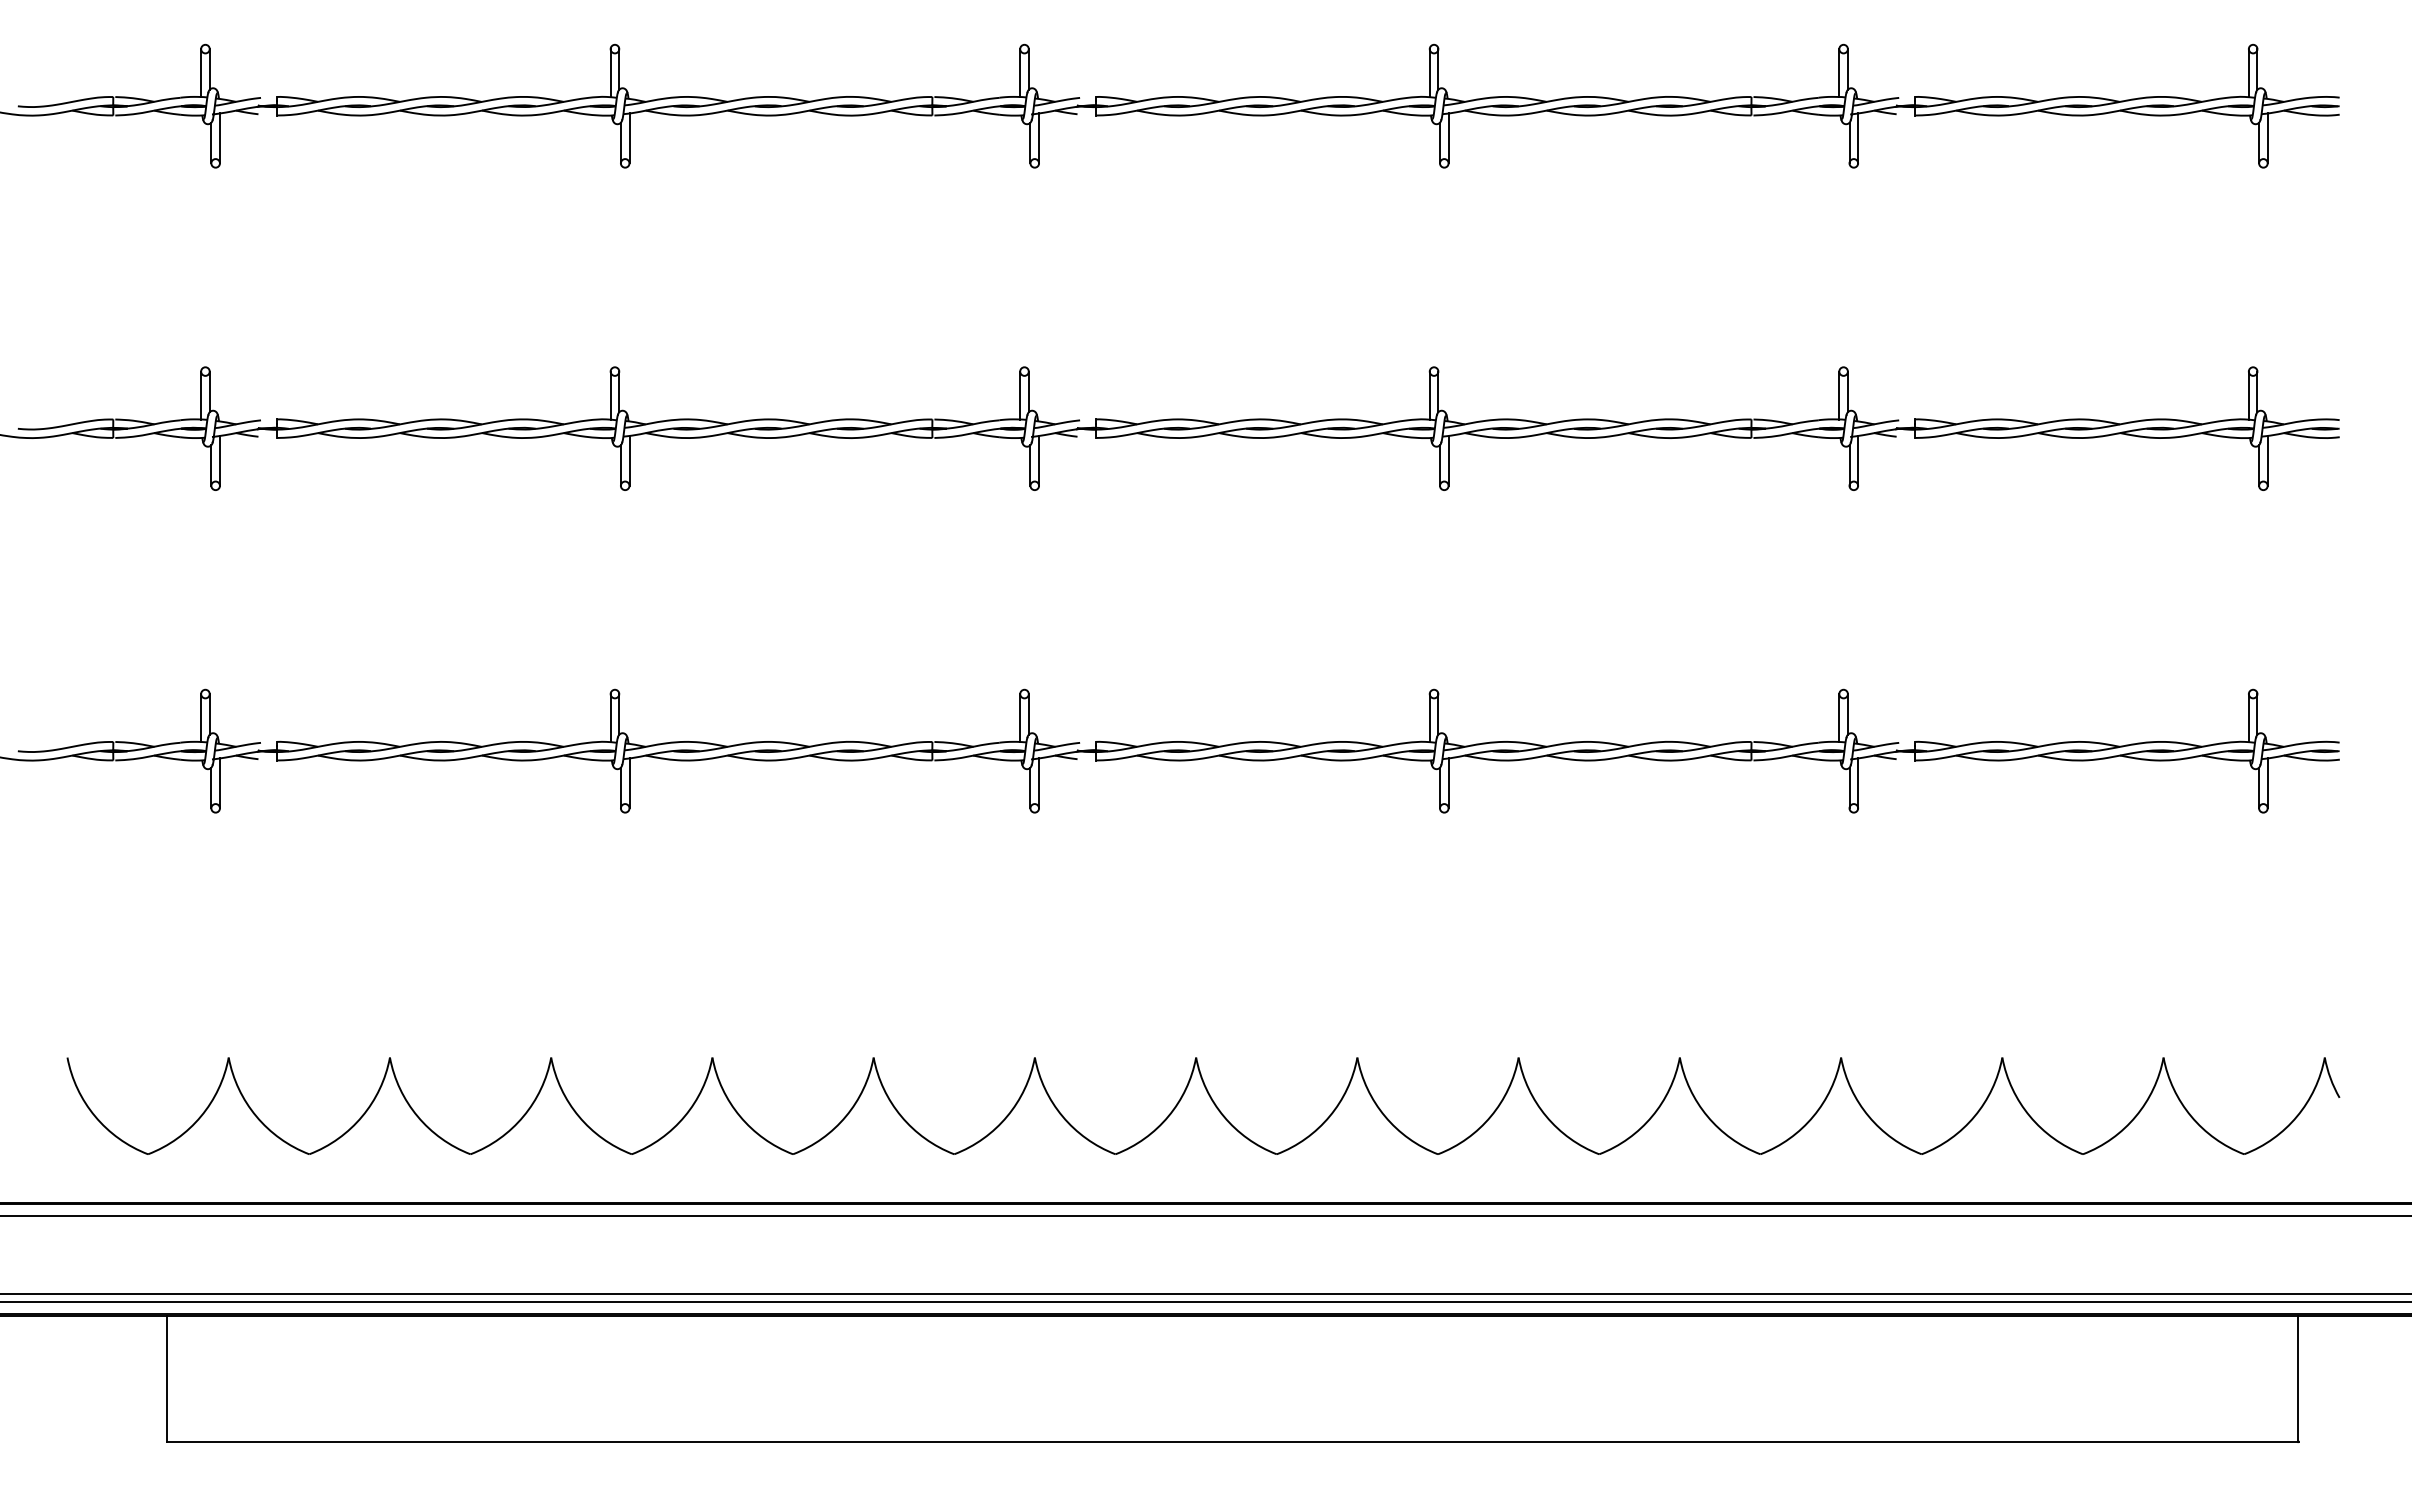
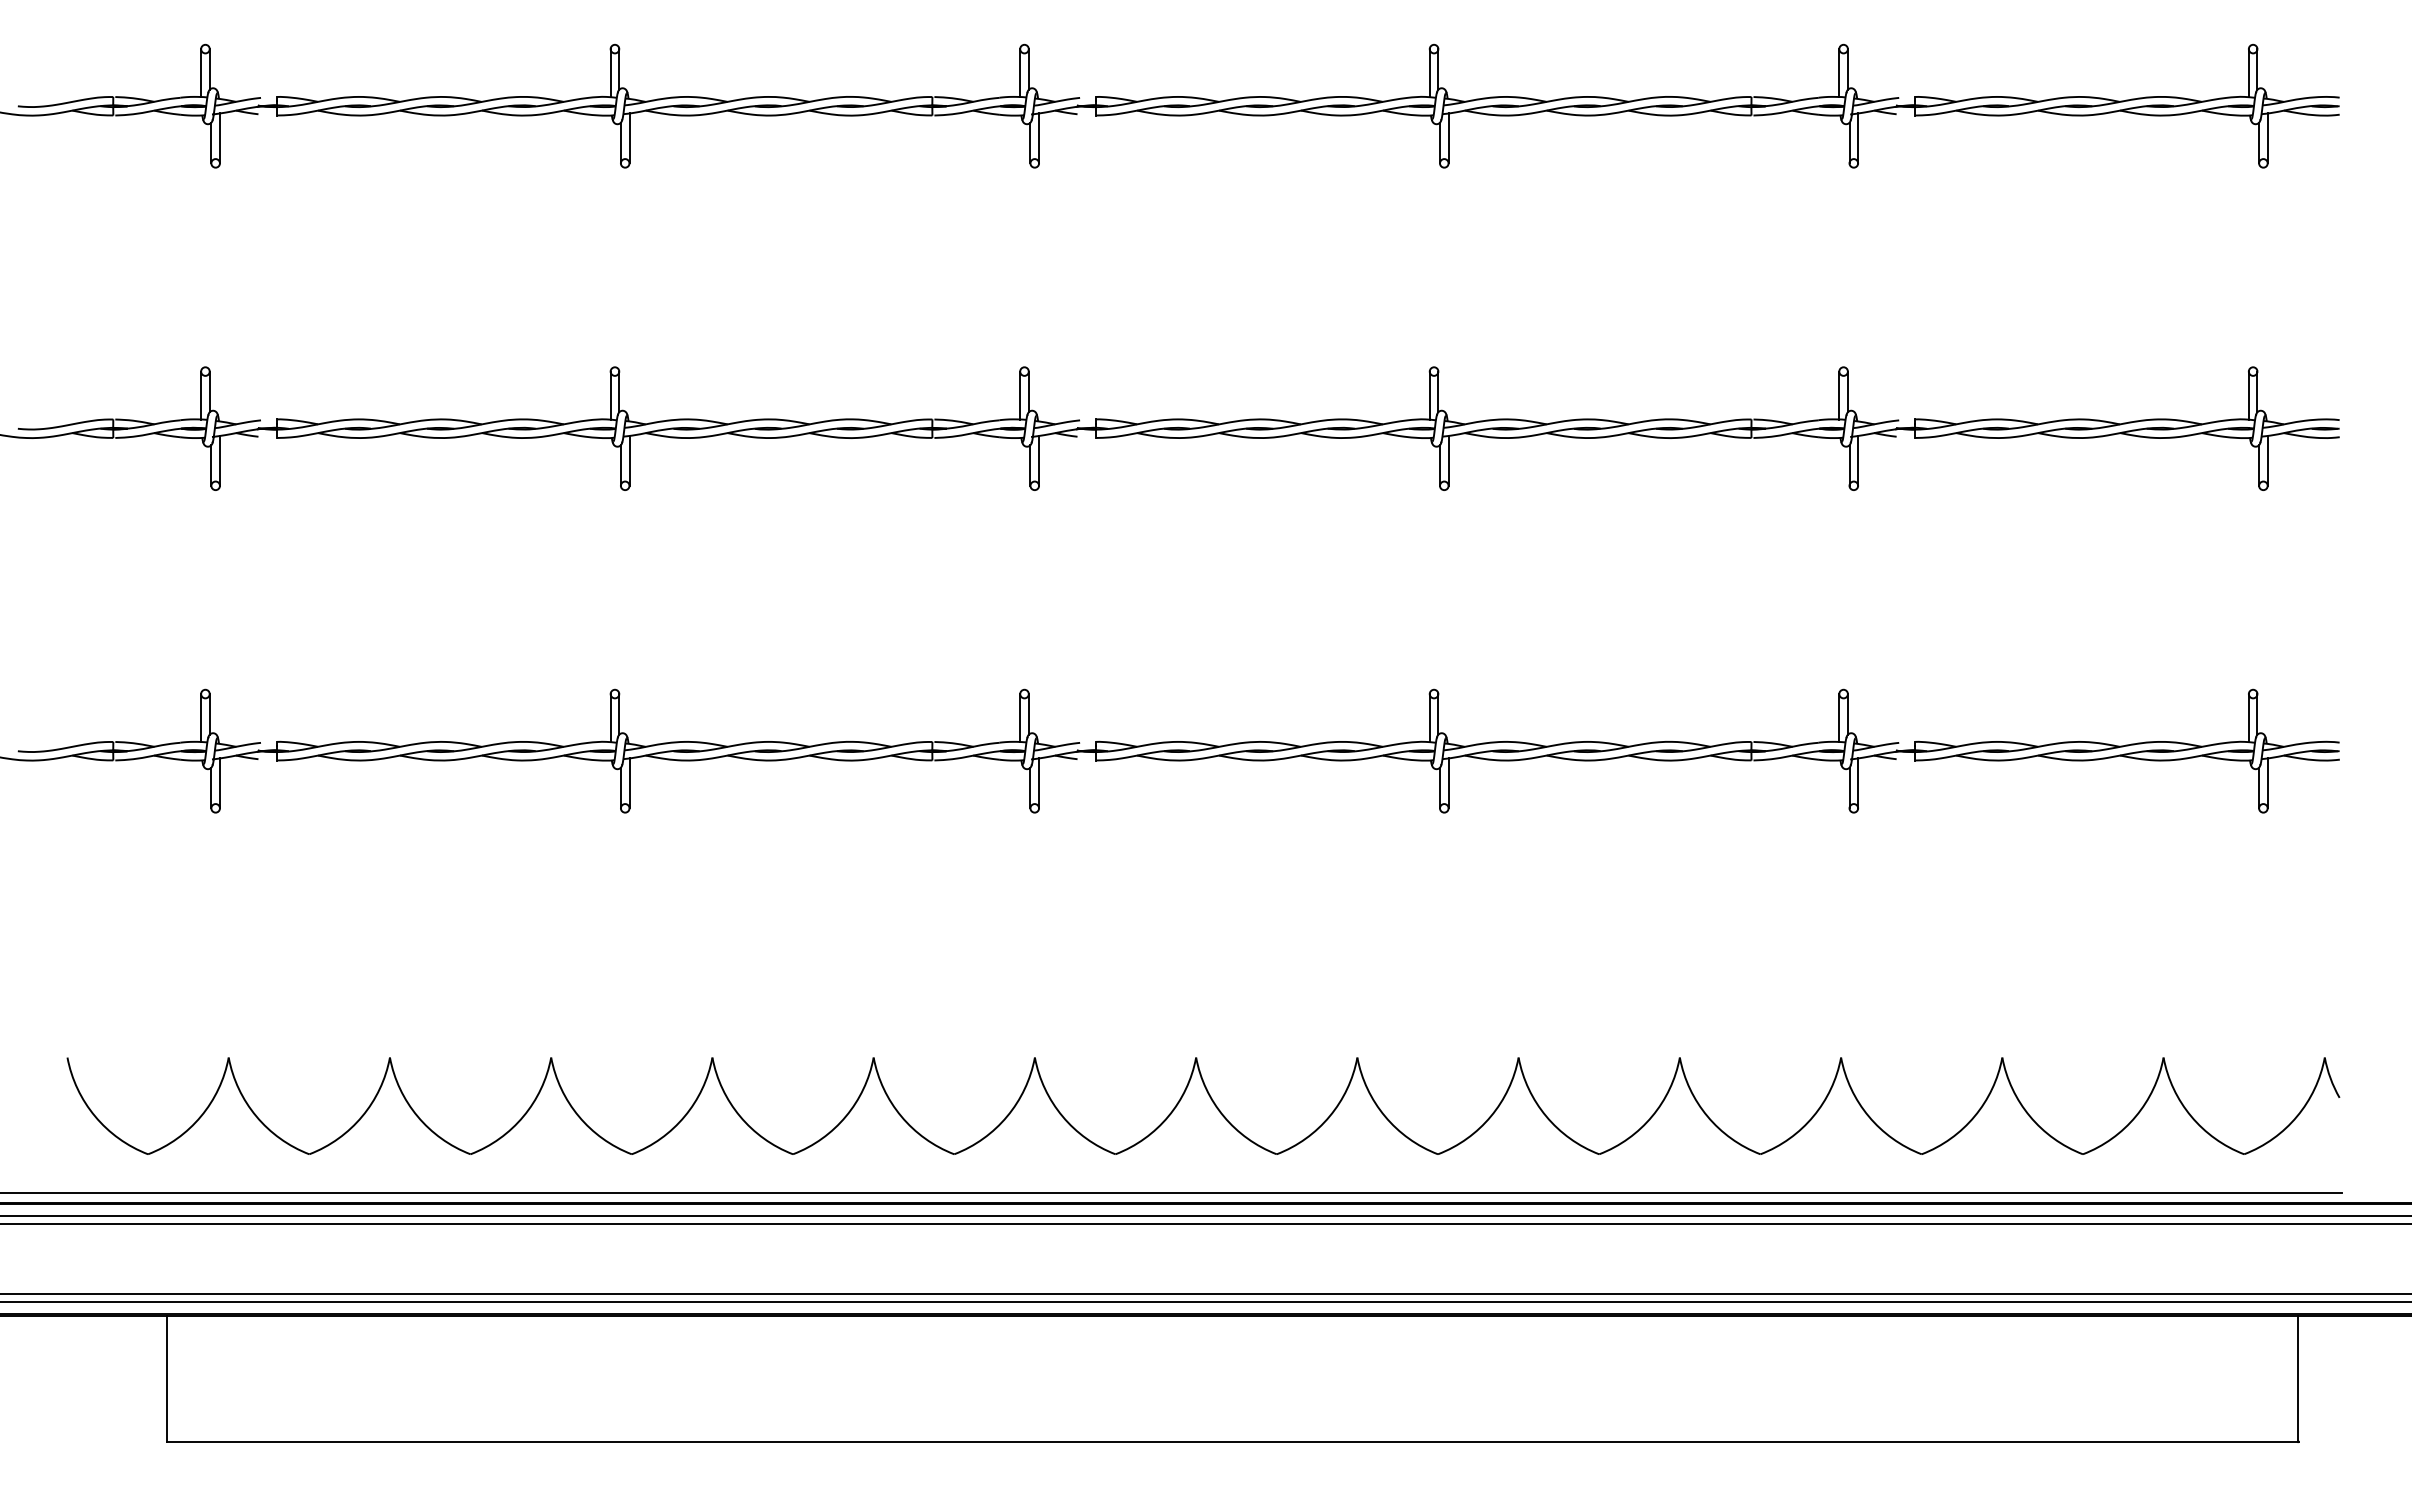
line at (1172, 1193): none -> present
line at (1205, 1224): none -> present
